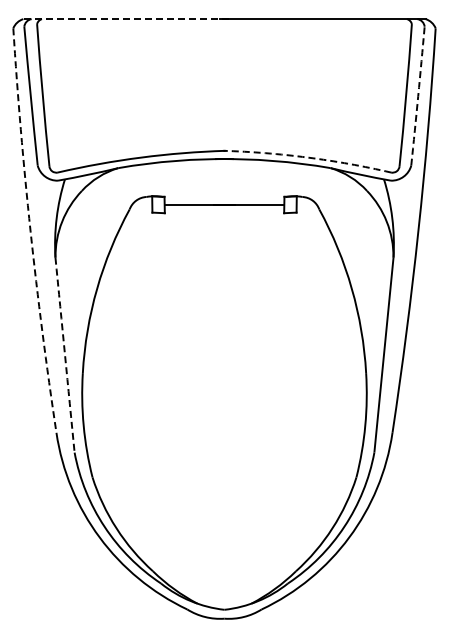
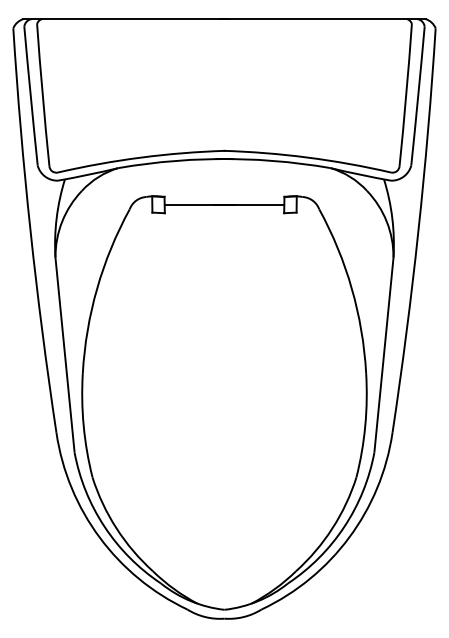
line at (126, 19): dashed -> solid
arc at (418, 96): dashed -> solid
arc at (307, 157): dashed -> solid
arc at (30, 231): dashed -> solid
arc at (65, 355): dashed -> solid
